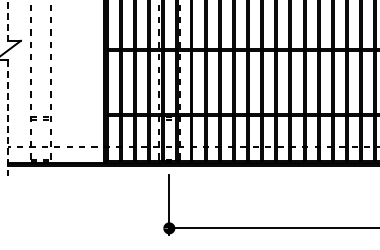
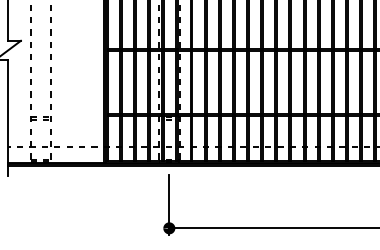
line at (8, 20): dashed -> solid
line at (8, 117): dashed -> solid
